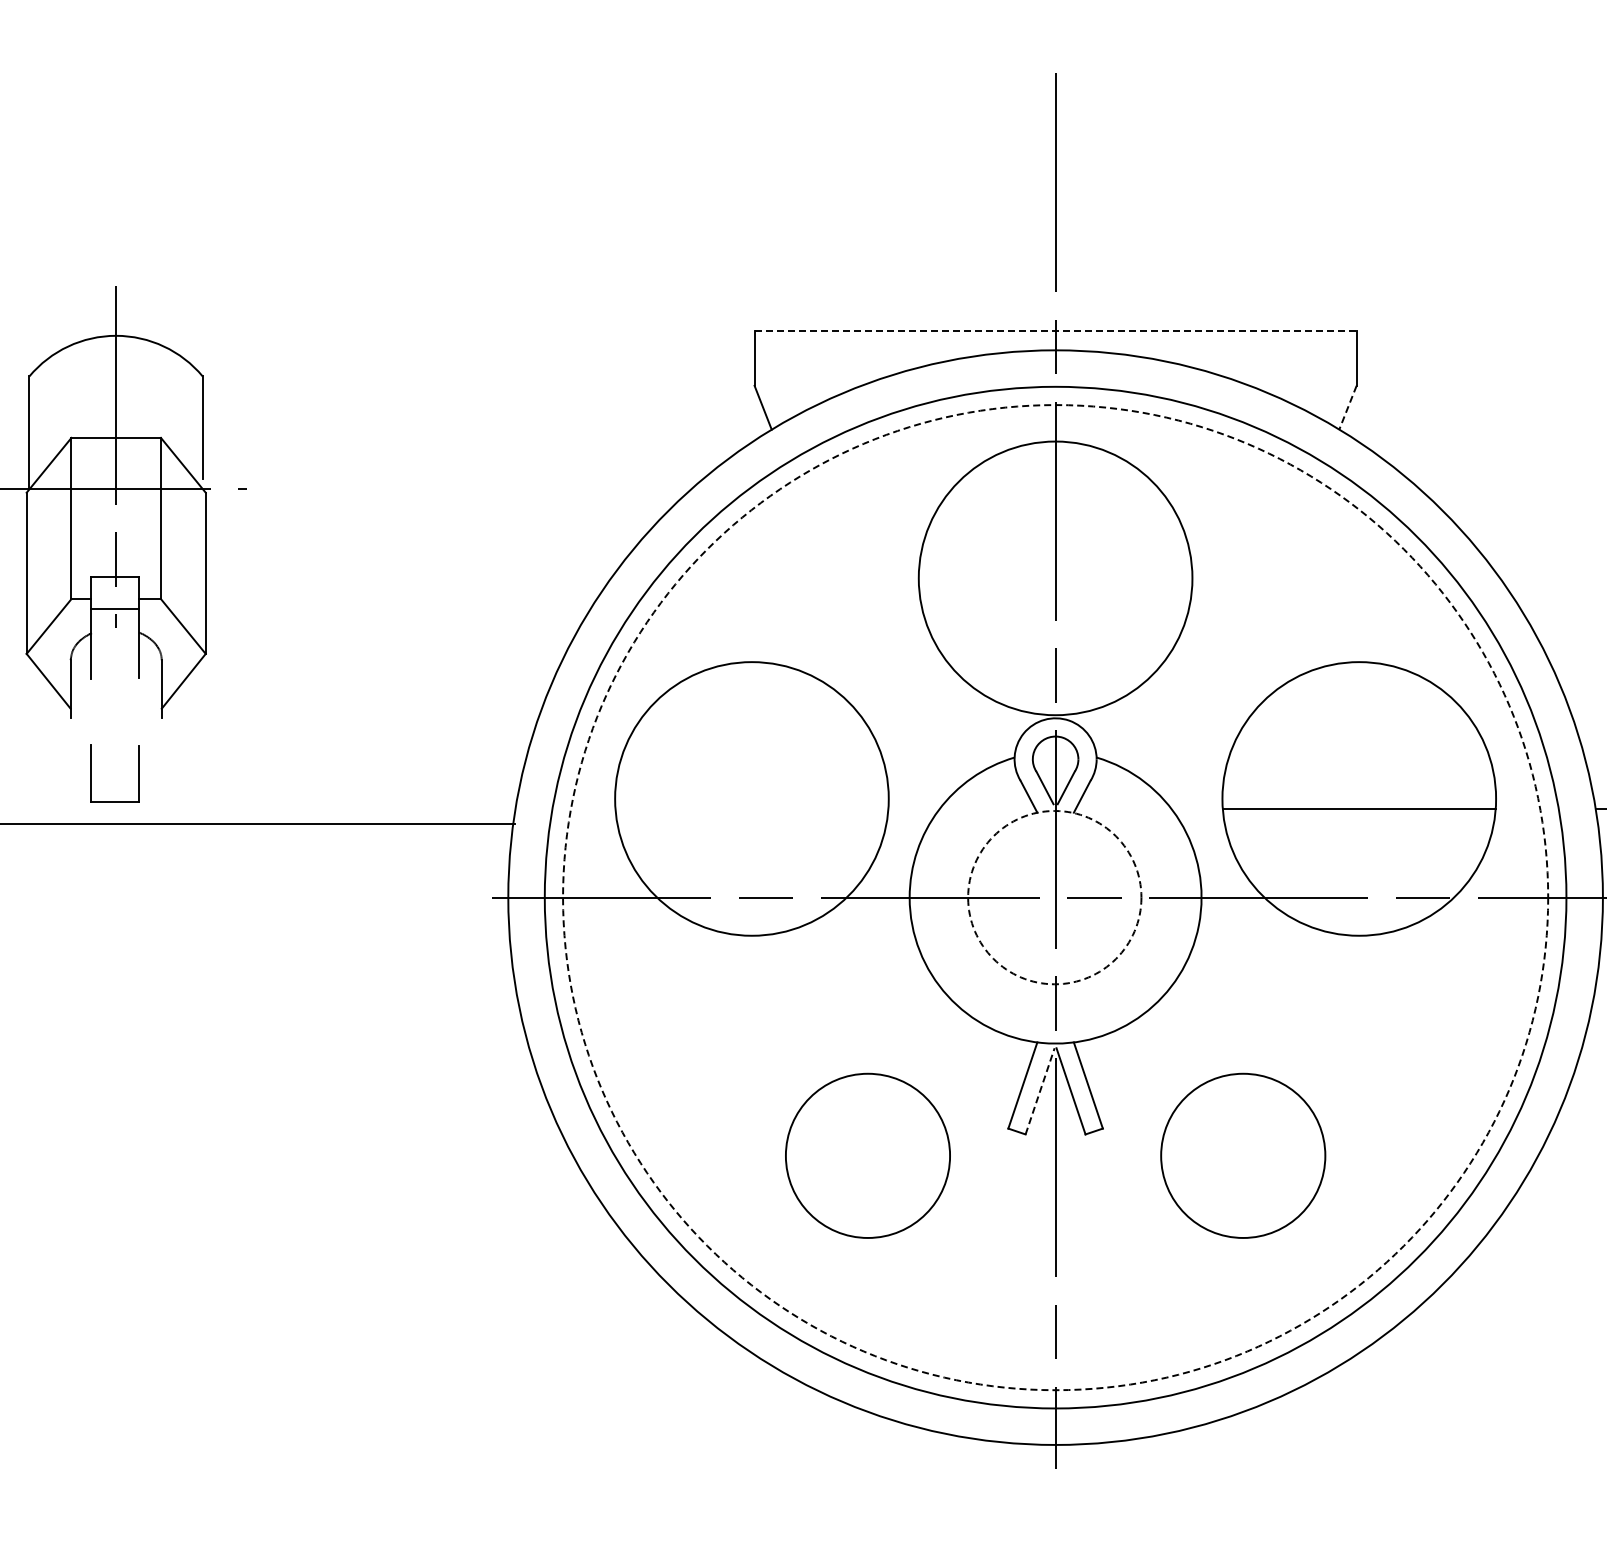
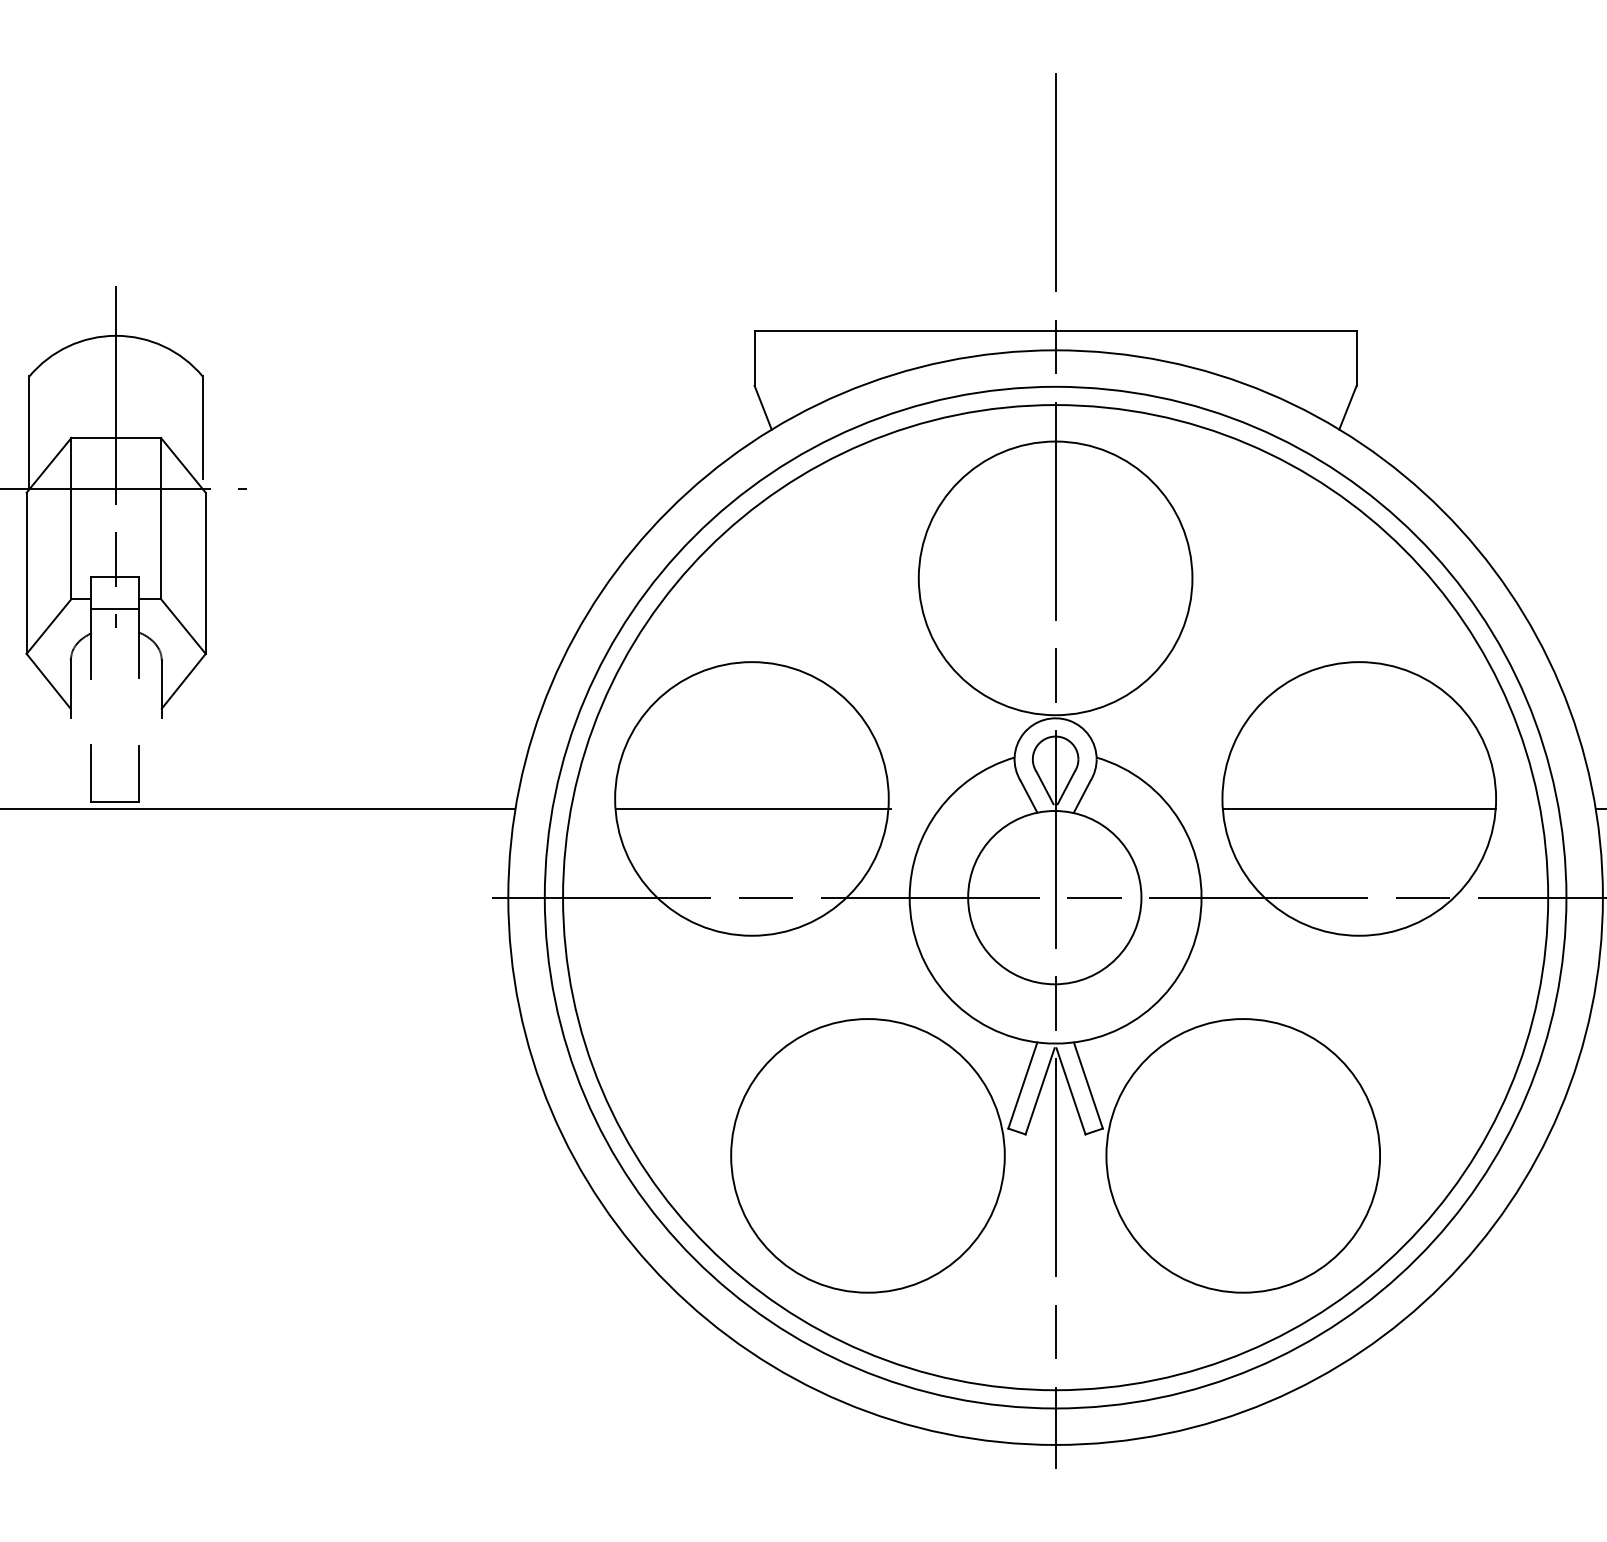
line at (1056, 330): dashed -> solid
line at (1347, 407): dashed -> solid
line at (752, 809): none -> present
line at (258, 824) position: (258, 824) -> (258, 809)
circle at (1054, 897): dashed -> solid
circle at (1055, 897): dashed -> solid
line at (1040, 1090): dashed -> solid
circle at (867, 1155) diameter: 164 px -> 274 px
circle at (1243, 1155) diameter: 164 px -> 274 px
